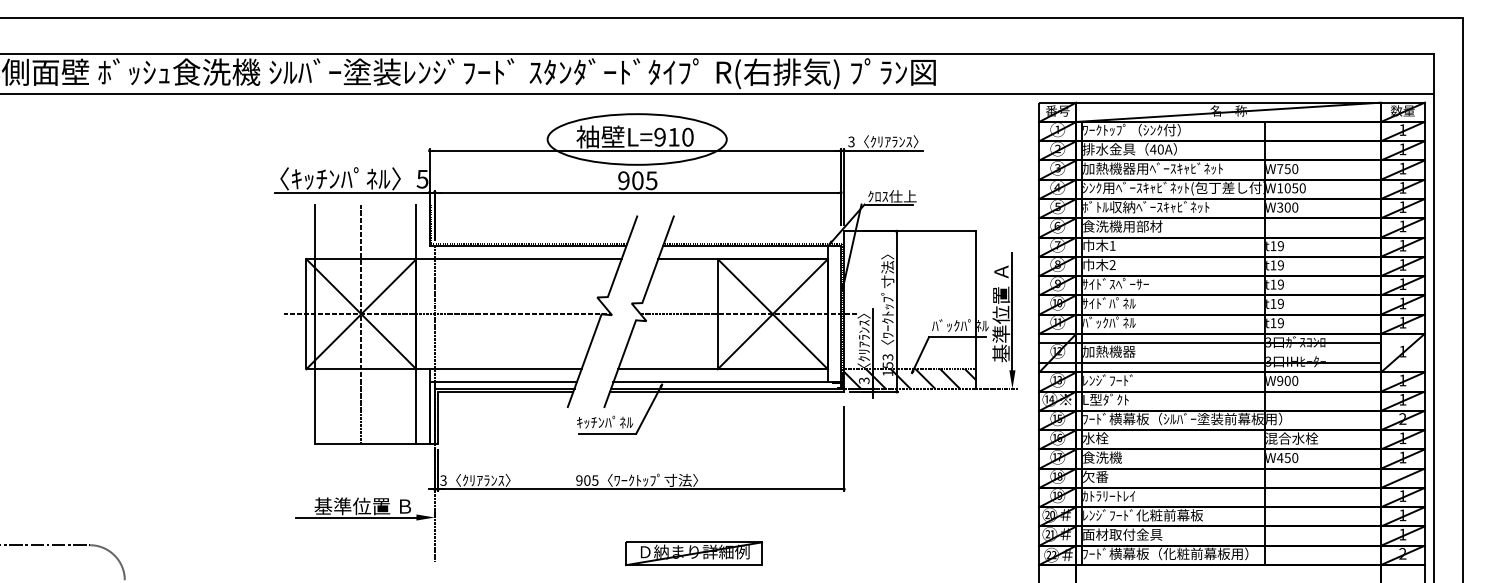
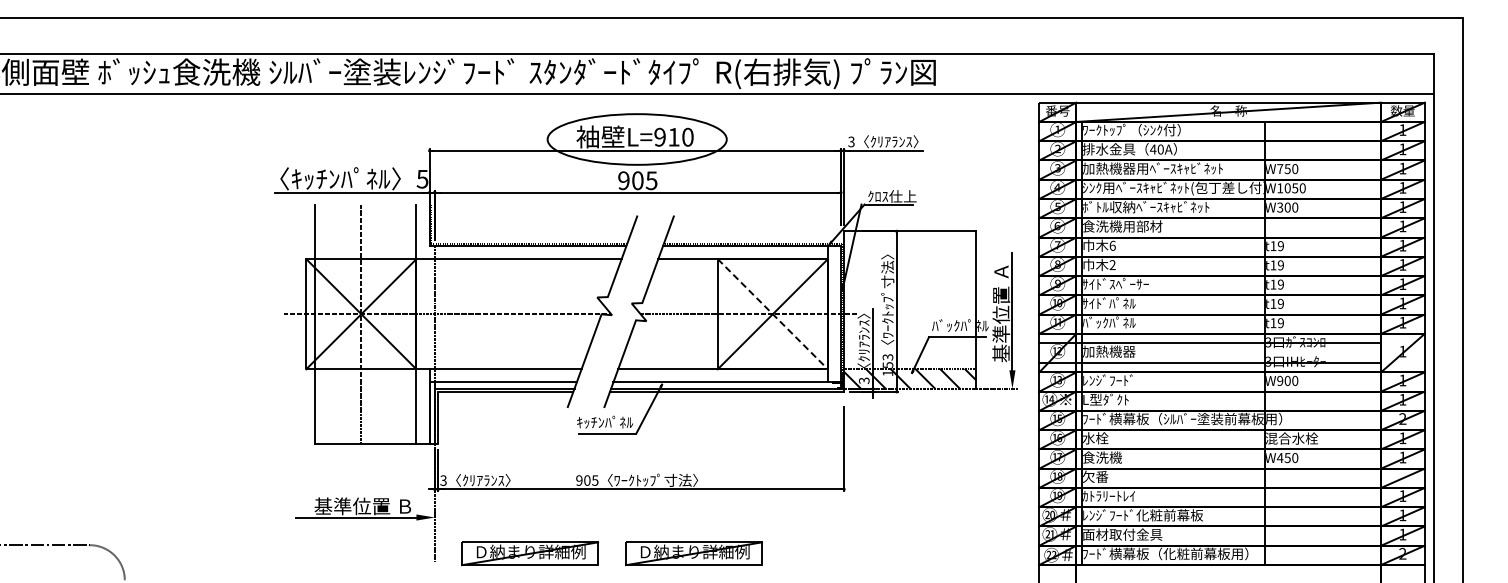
text at (1112, 245): 1 -> 6
line at (772, 314): solid -> dashed
part at (529, 553): none -> present
